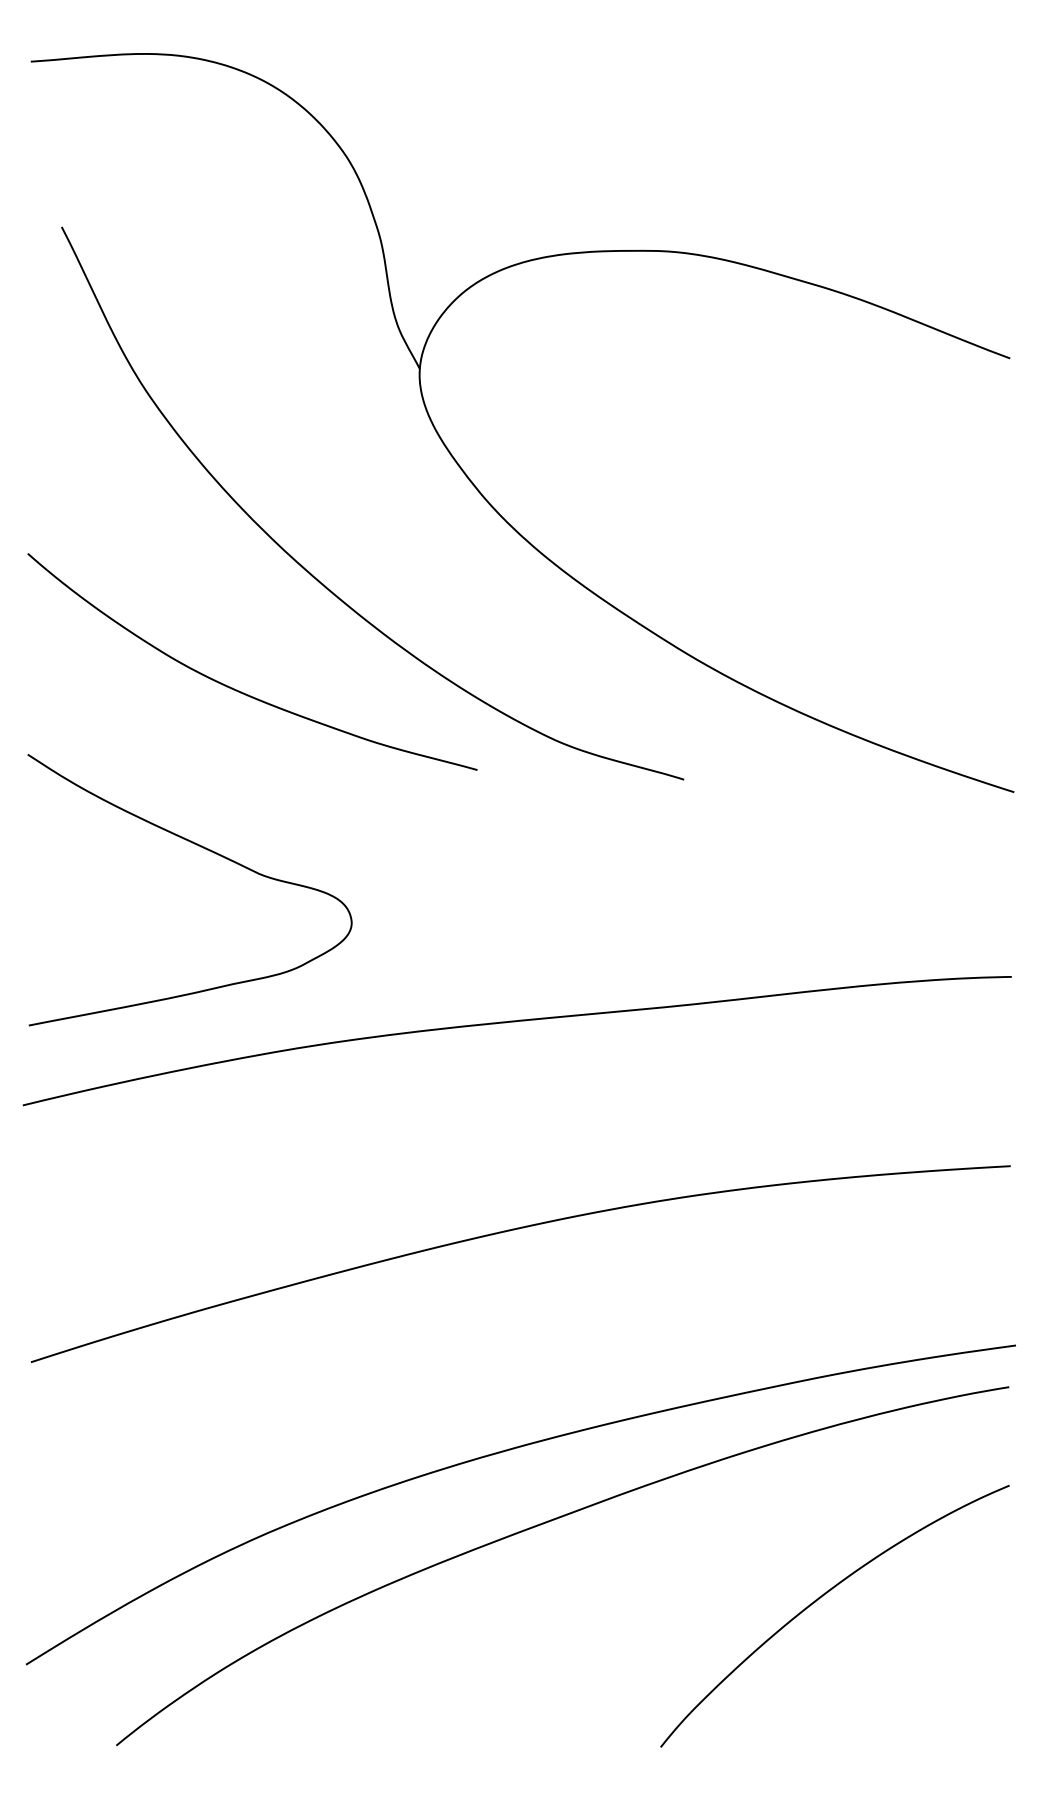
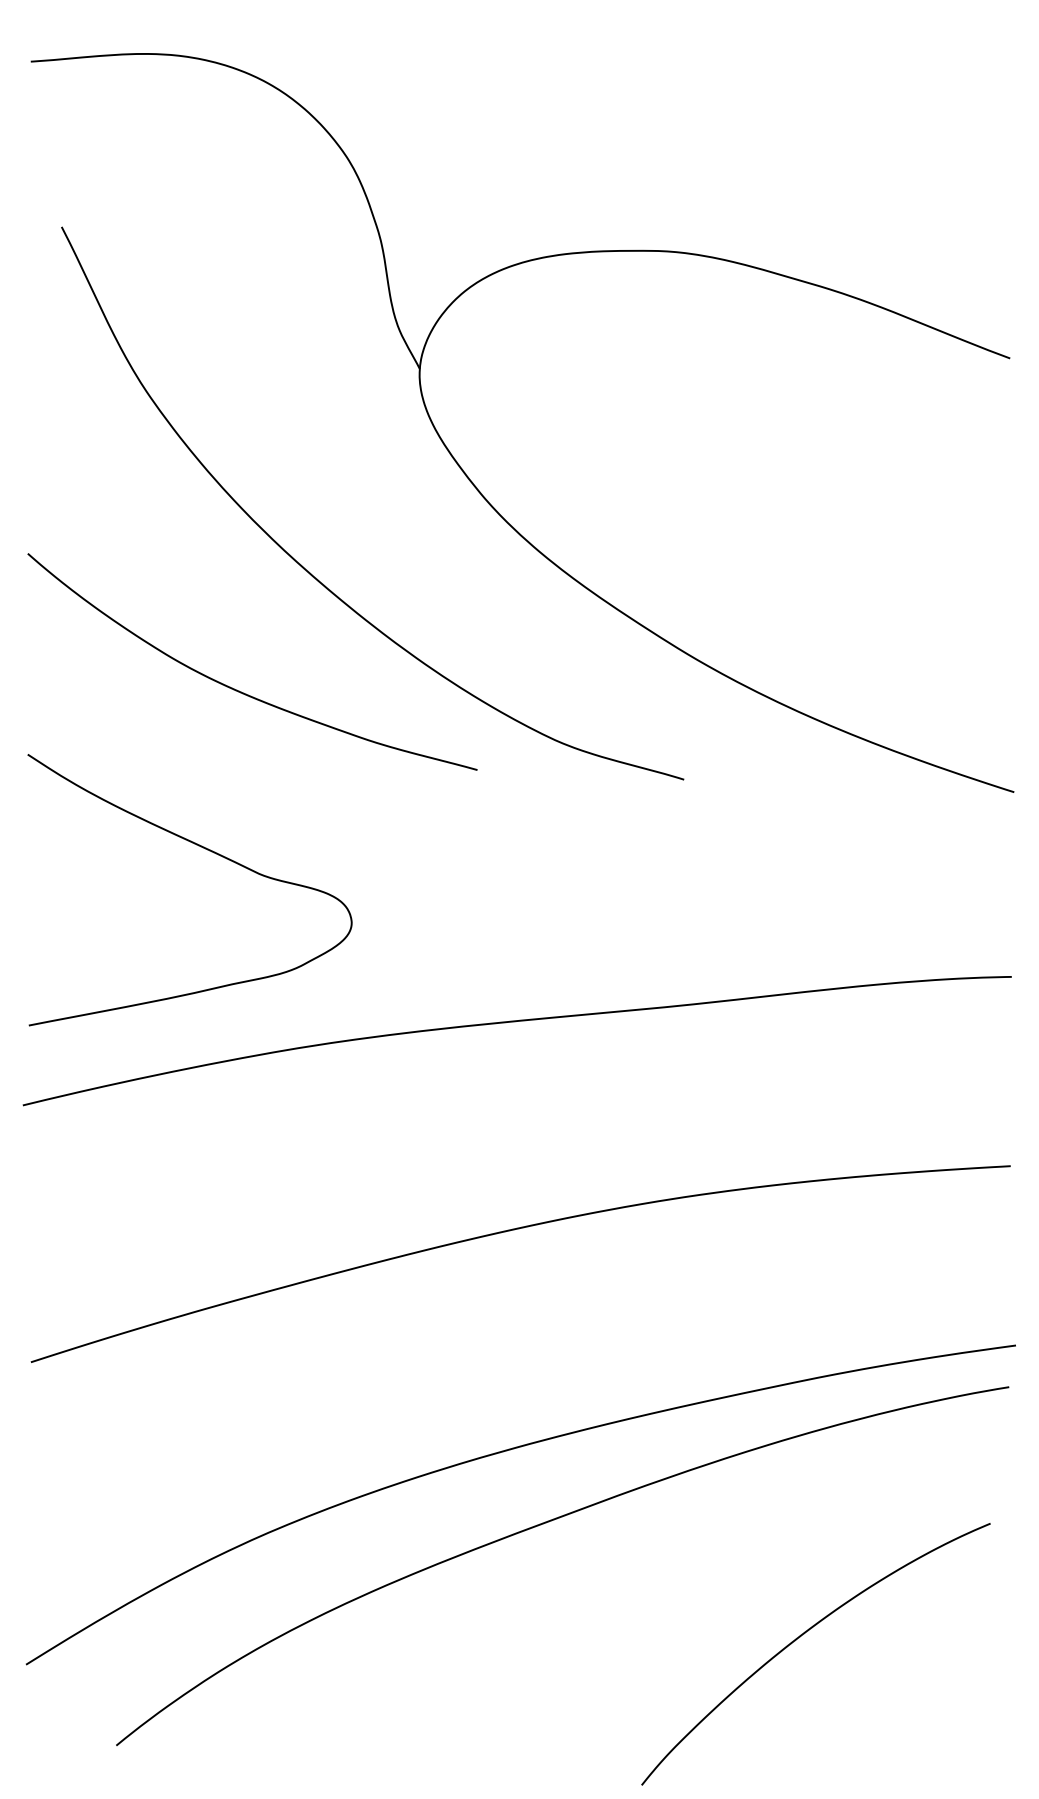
curve at (819, 1599) position: (819, 1599) -> (800, 1637)
